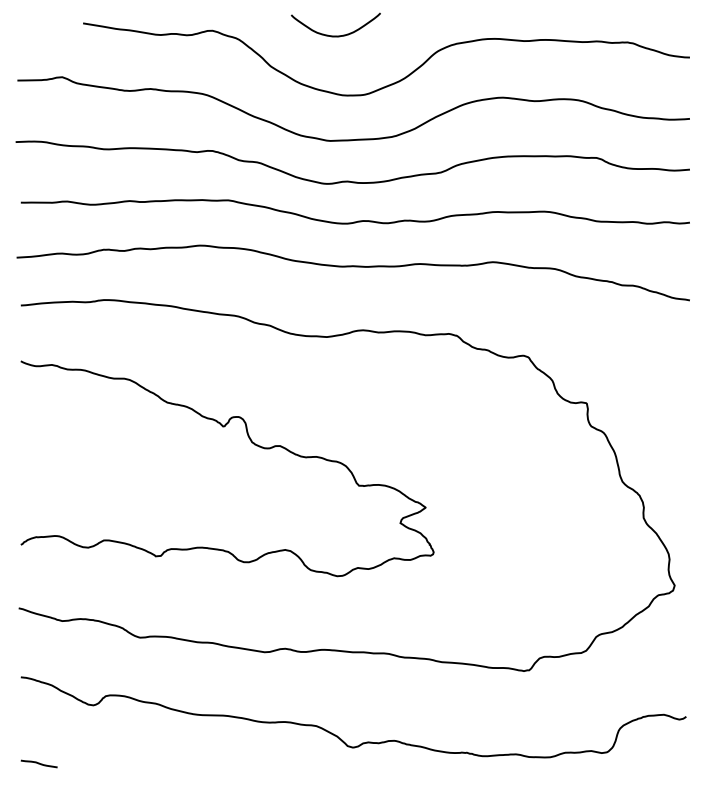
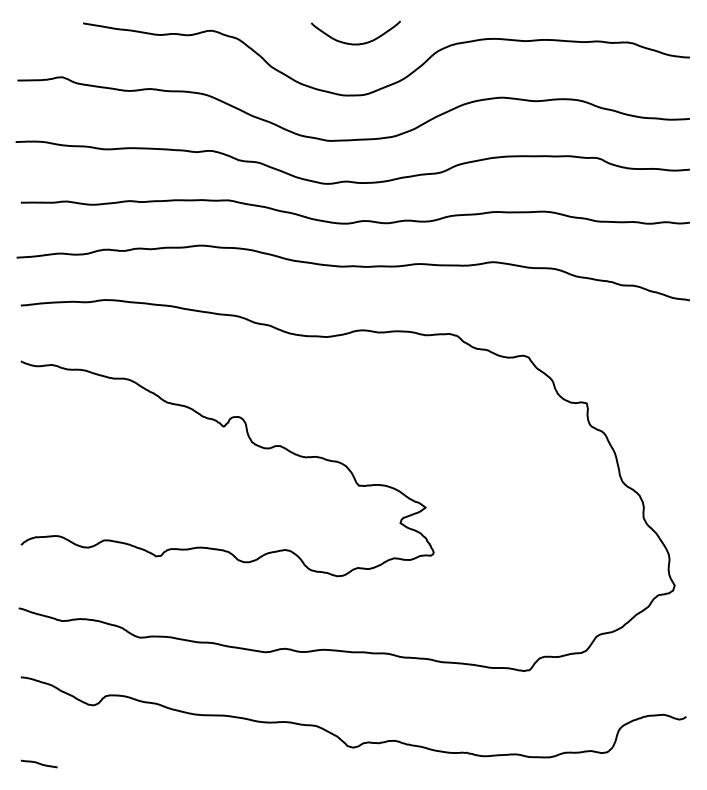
curve at (335, 35) position: (335, 35) -> (355, 43)
